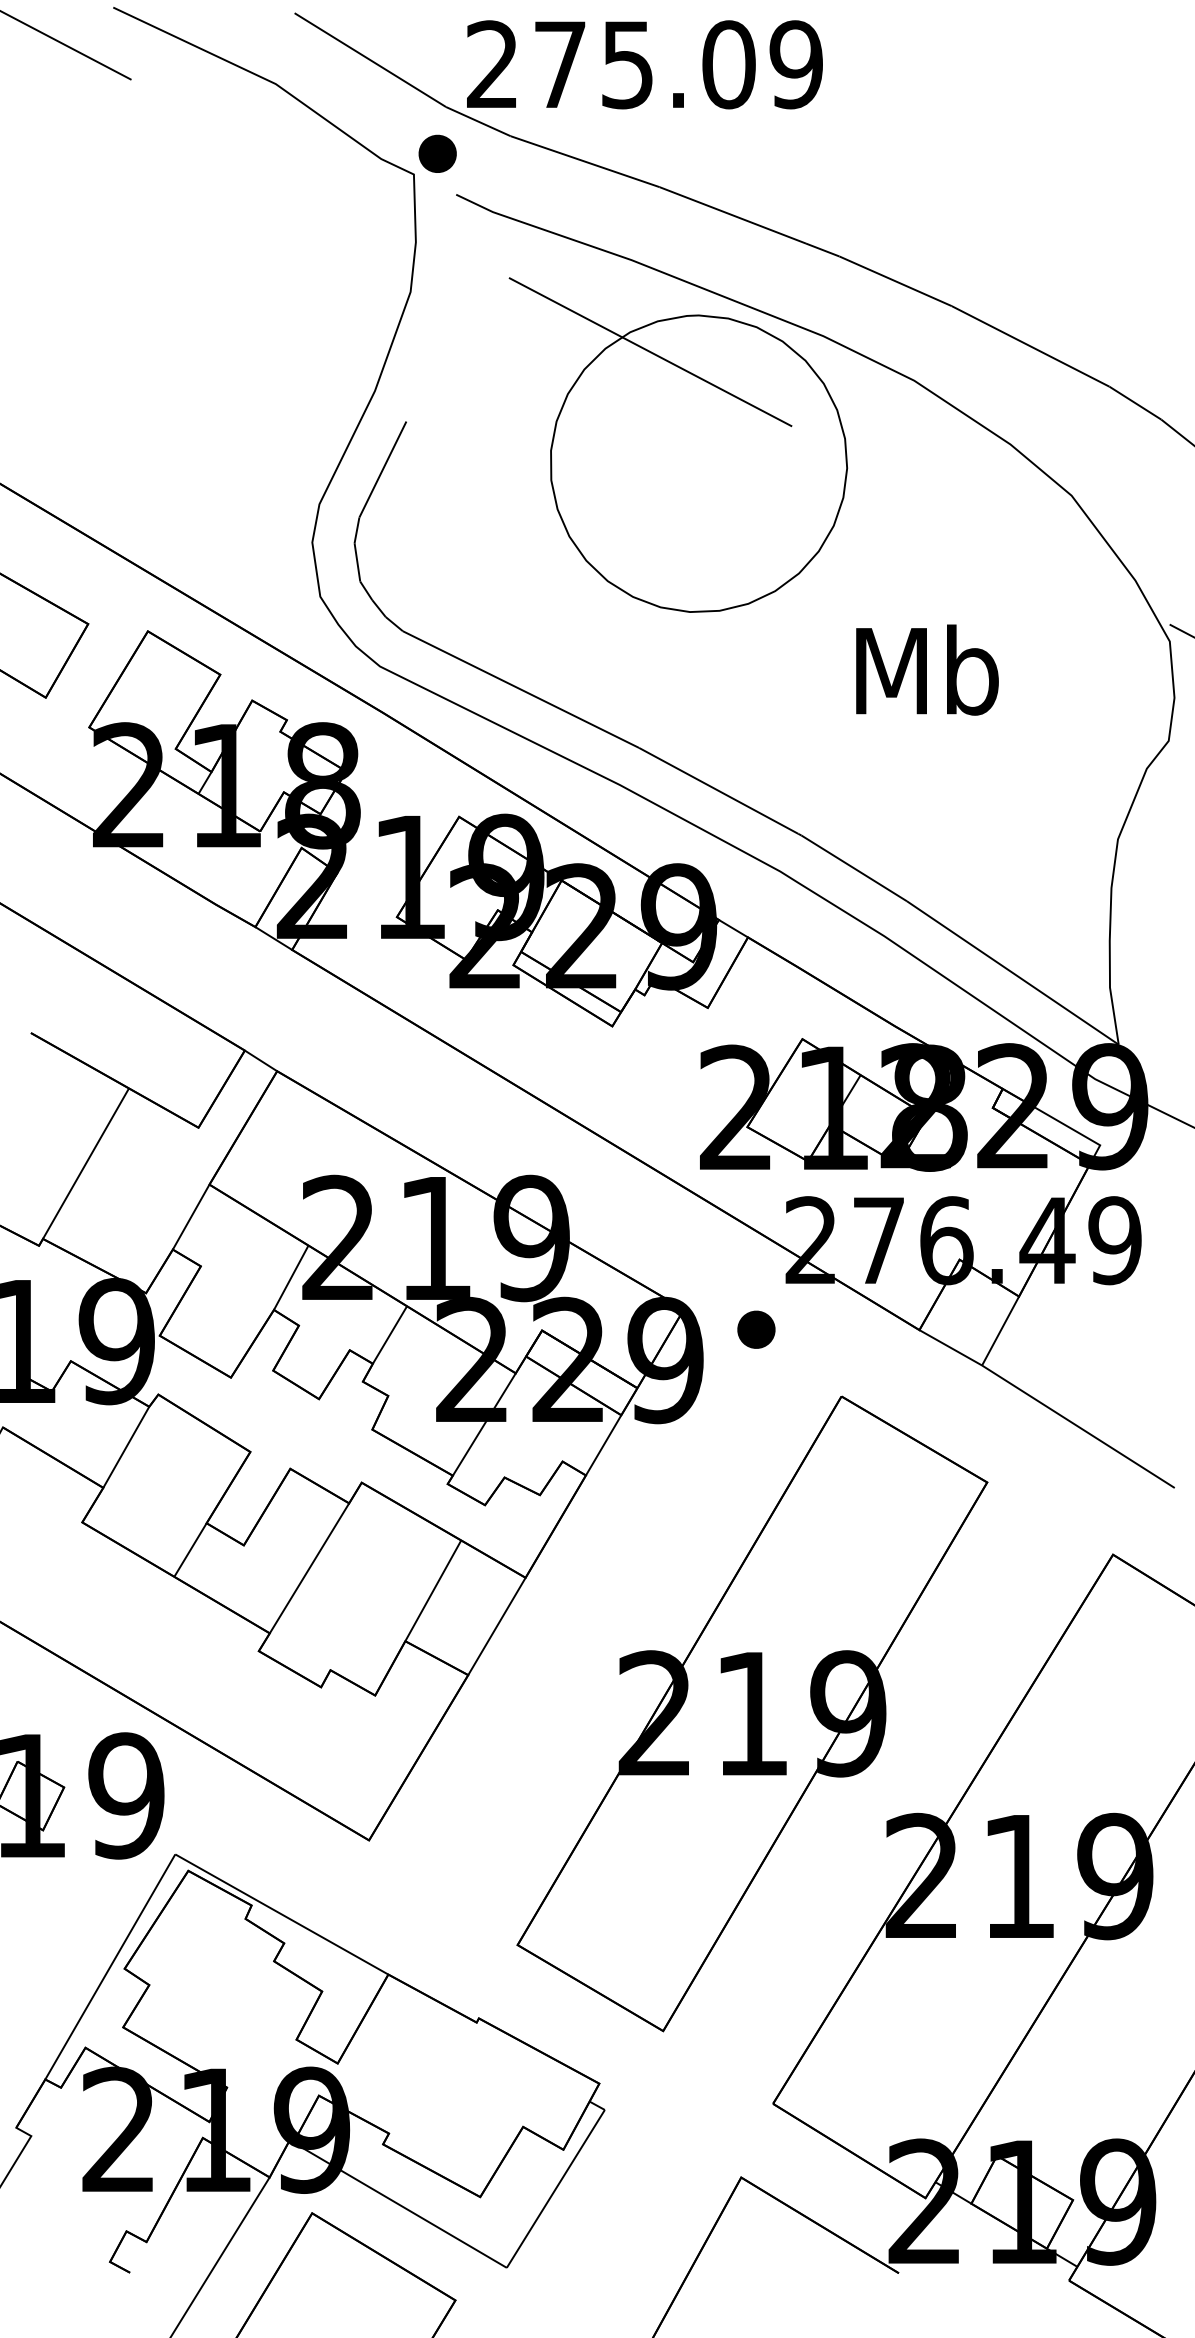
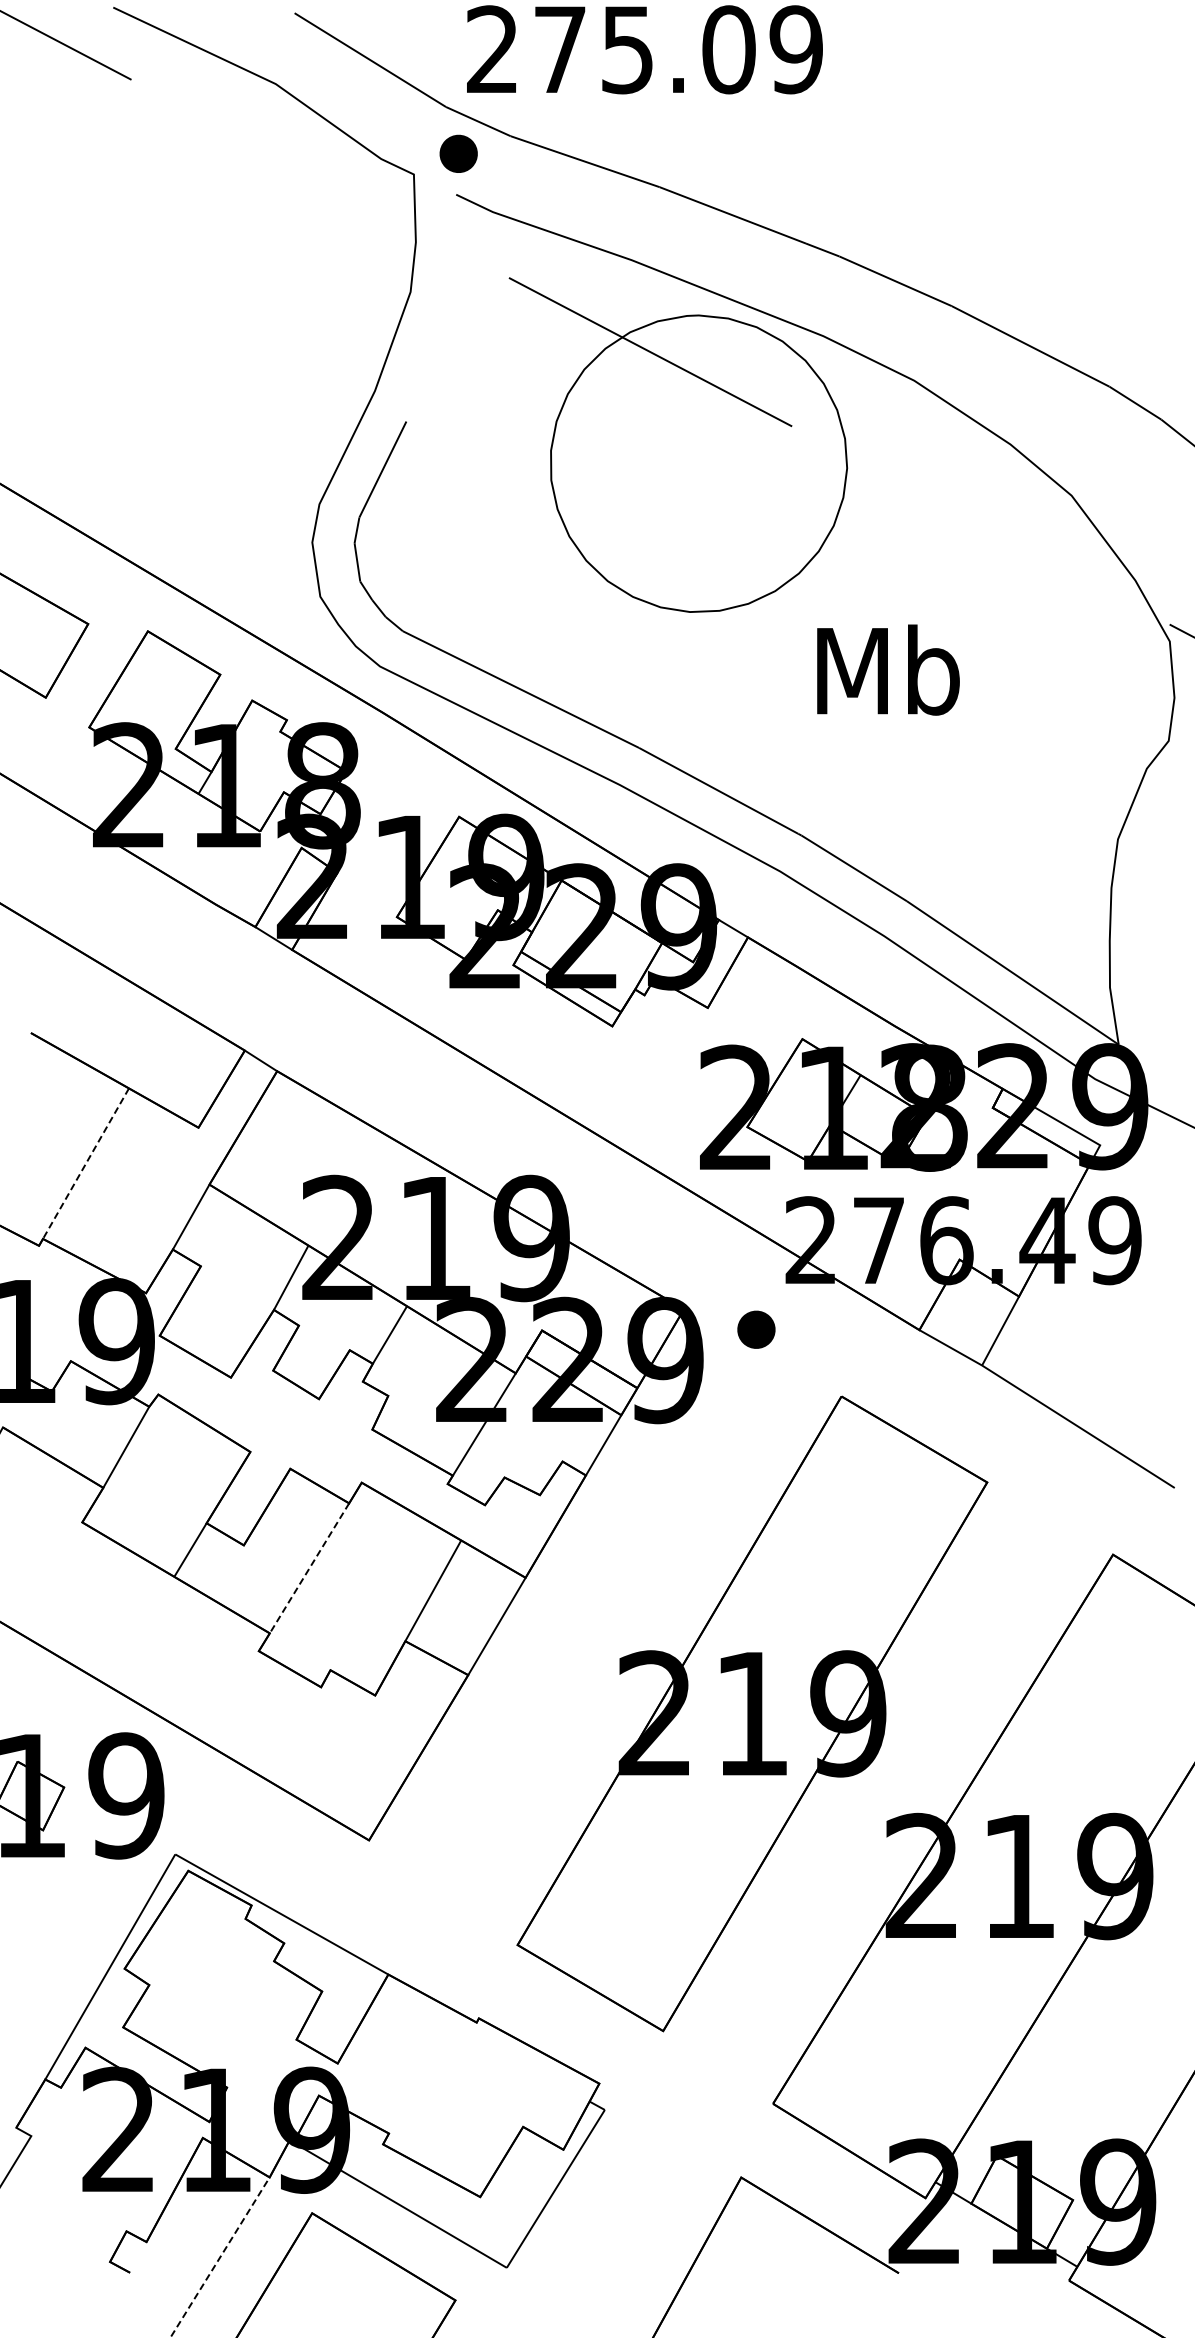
text at (644, 64) position: (644, 64) -> (644, 49)
part at (437, 153) position: (437, 153) -> (458, 153)
text at (927, 669) position: (927, 669) -> (888, 669)
line at (86, 1163): solid -> dashed
line at (309, 1568): solid -> dashed
line at (220, 2257): solid -> dashed
